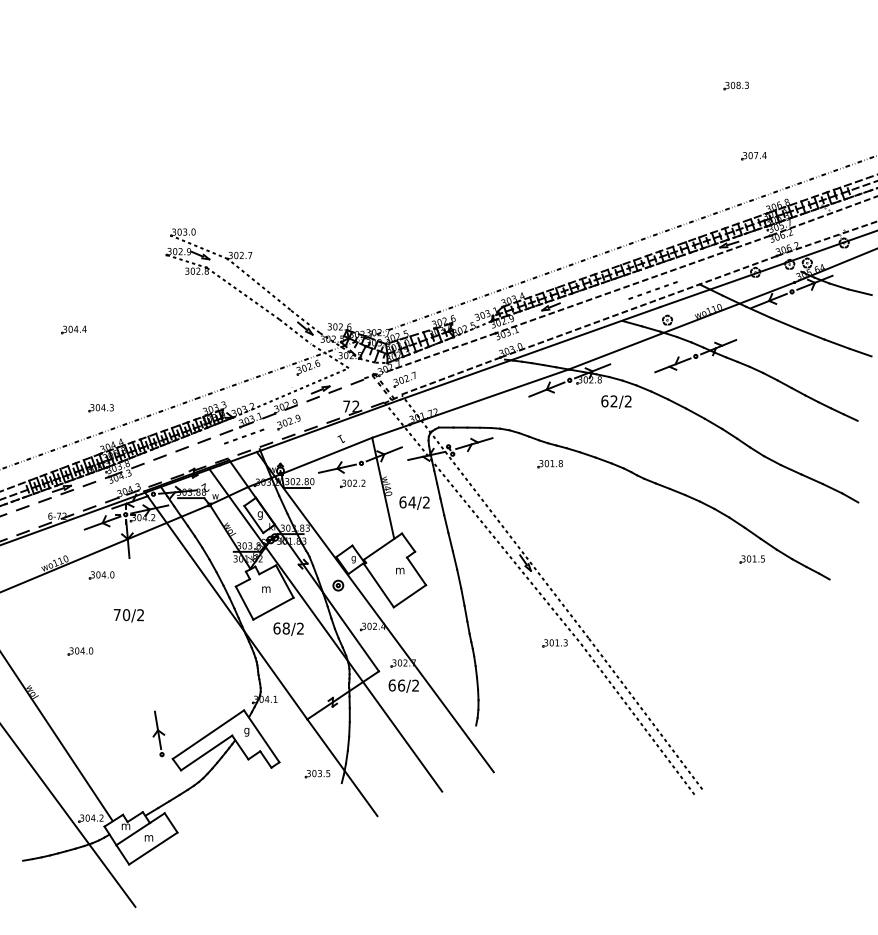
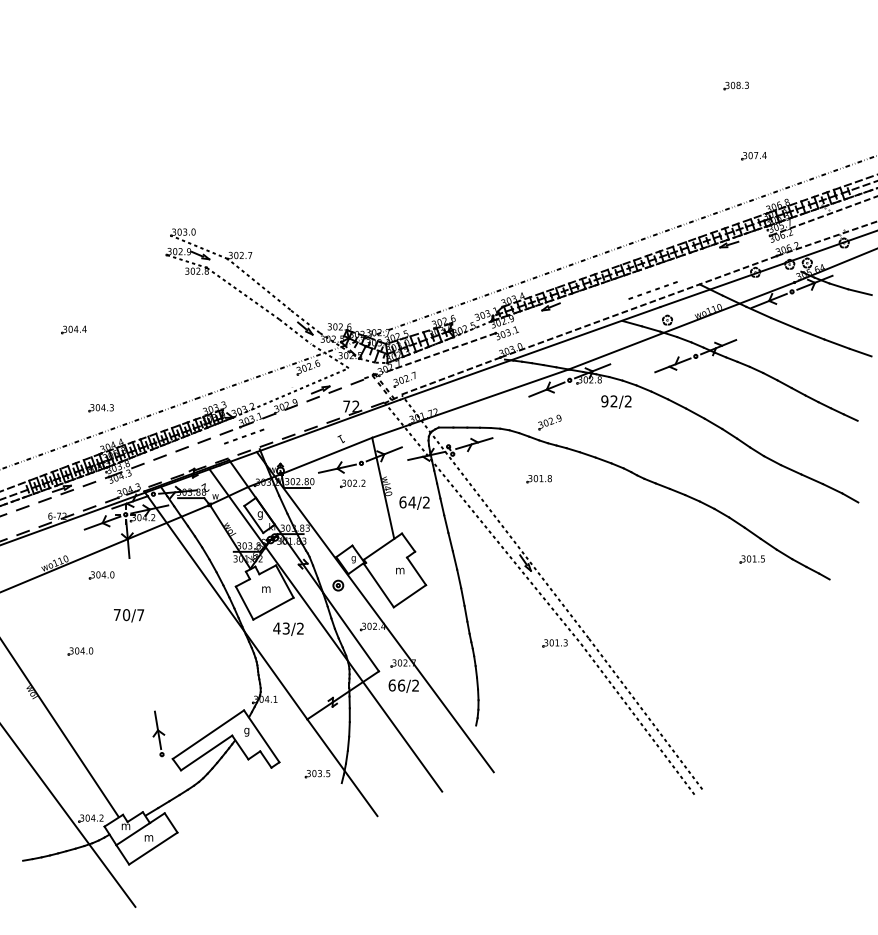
line at (632, 284): present -> none
text at (604, 401): 62/2 -> 92/2
part at (288, 422) position: (288, 422) -> (549, 422)
part at (549, 464) position: (549, 464) -> (538, 479)
text at (140, 615): 70/2 -> 70/7
text at (281, 628): 68/2 -> 43/2
line at (57, 737) position: (57, 737) -> (60, 728)
